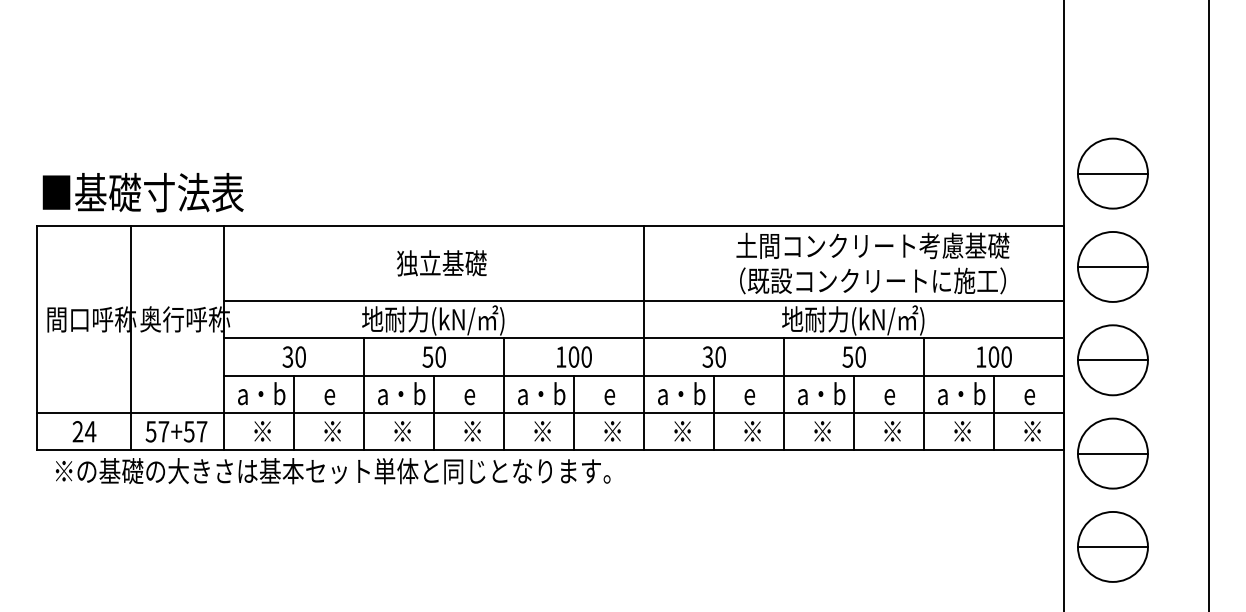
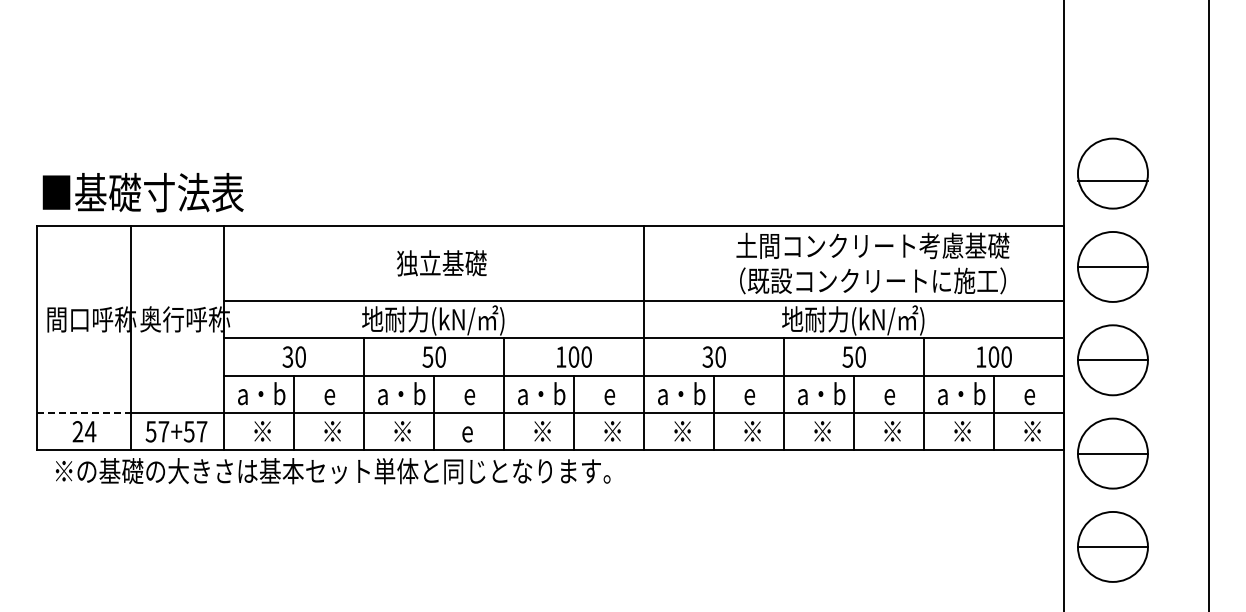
line at (1112, 173) position: (1112, 173) -> (1112, 180)
line at (84, 413): solid -> dashed
text at (471, 431): ※ -> e
